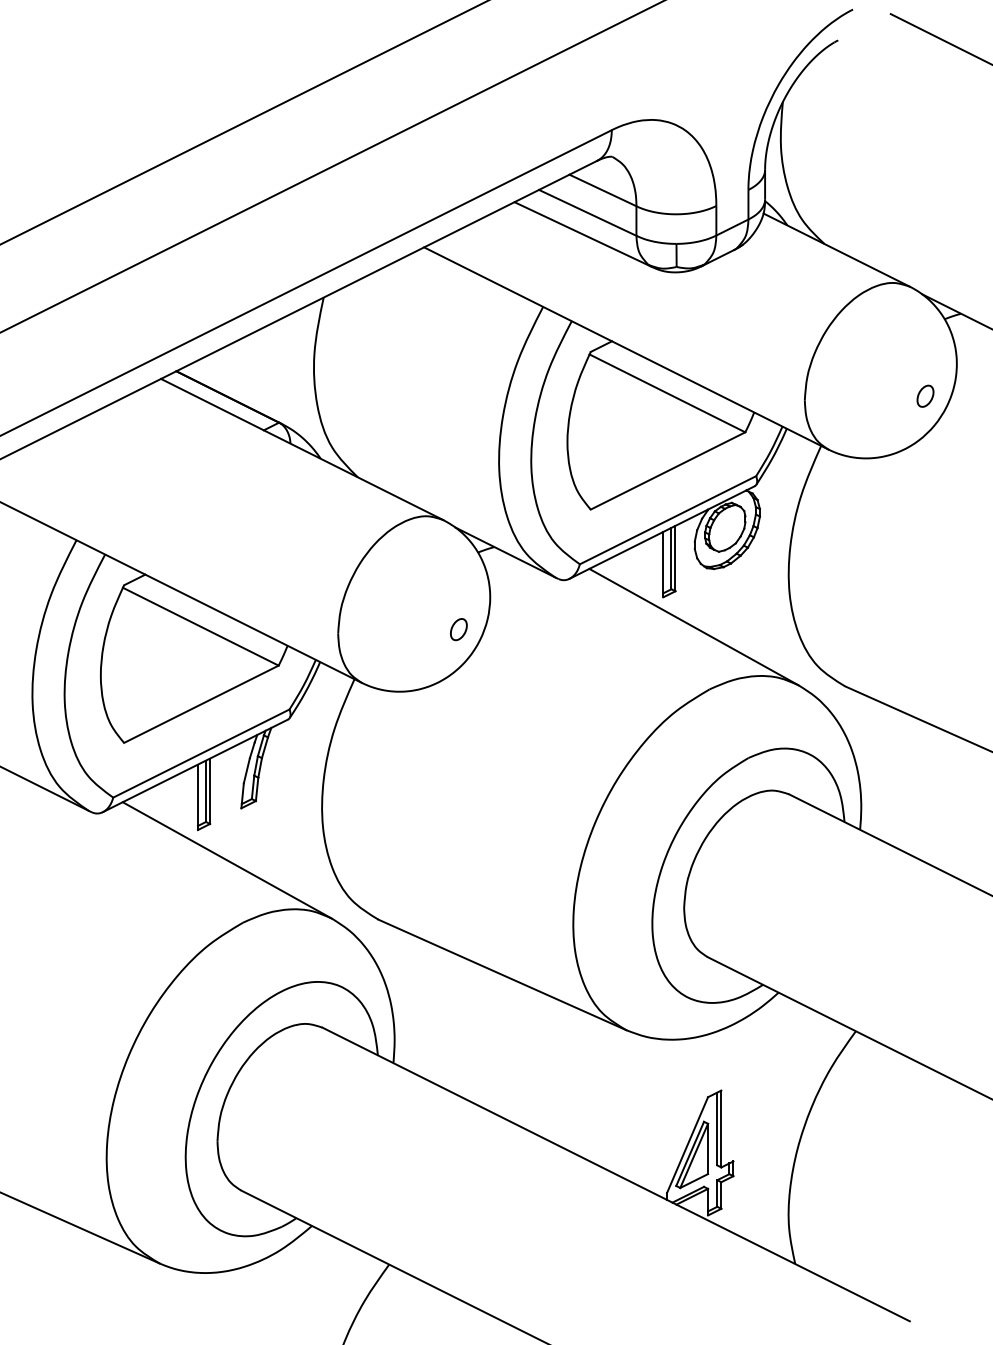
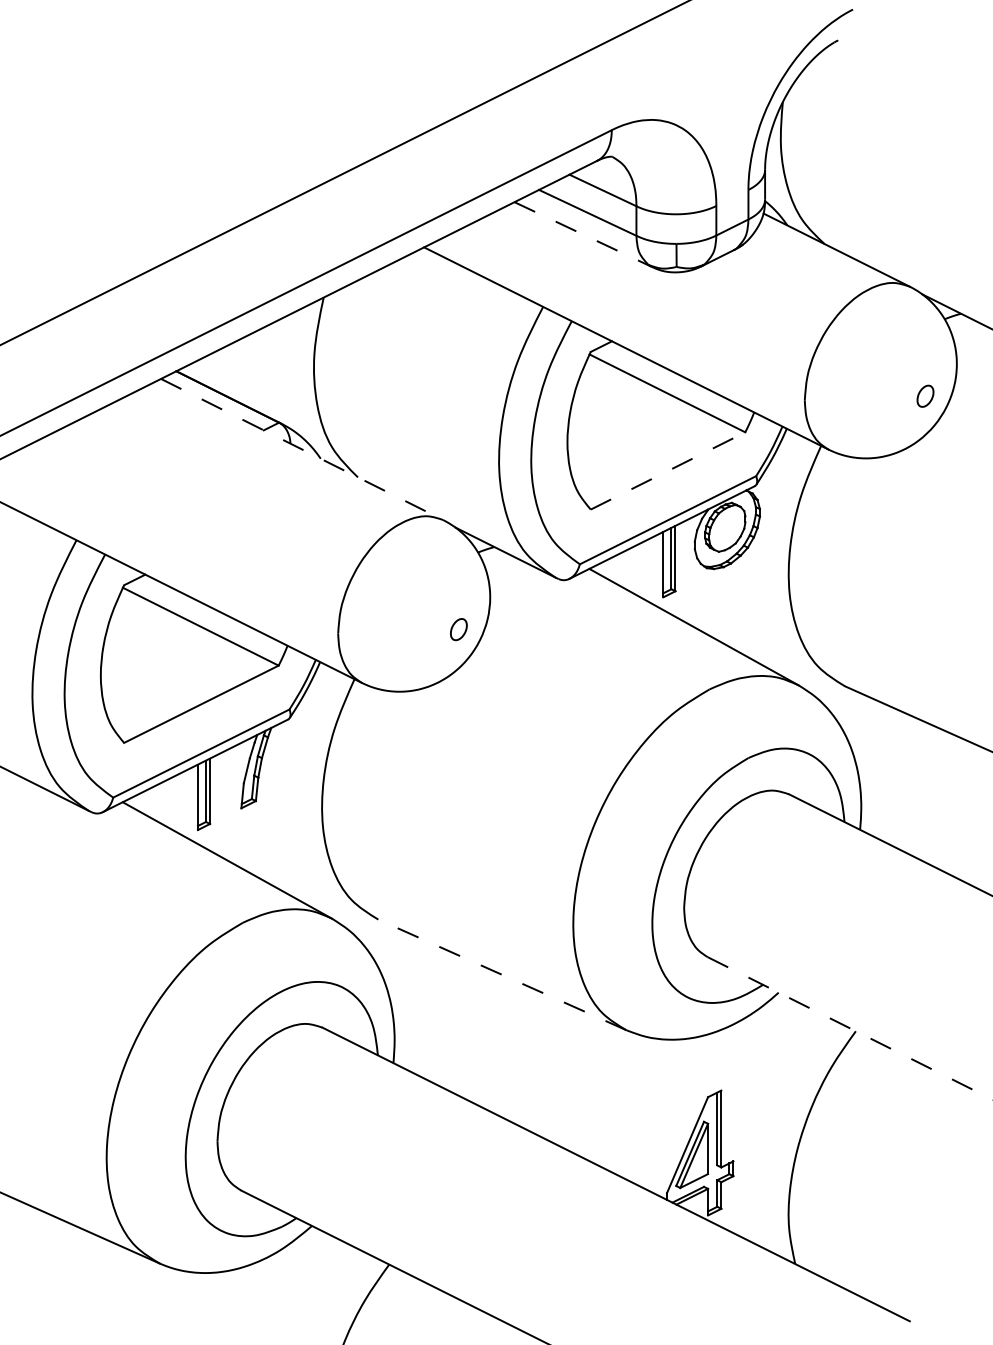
line at (939, 38): present -> none
line at (243, 122): present -> none
line at (331, 166) position: (331, 166) -> (344, 173)
line at (583, 234): solid -> dashed
line at (302, 449): solid -> dashed
line at (668, 470): solid -> dashed
line at (502, 974): solid -> dashed
line at (850, 1028): solid -> dashed
